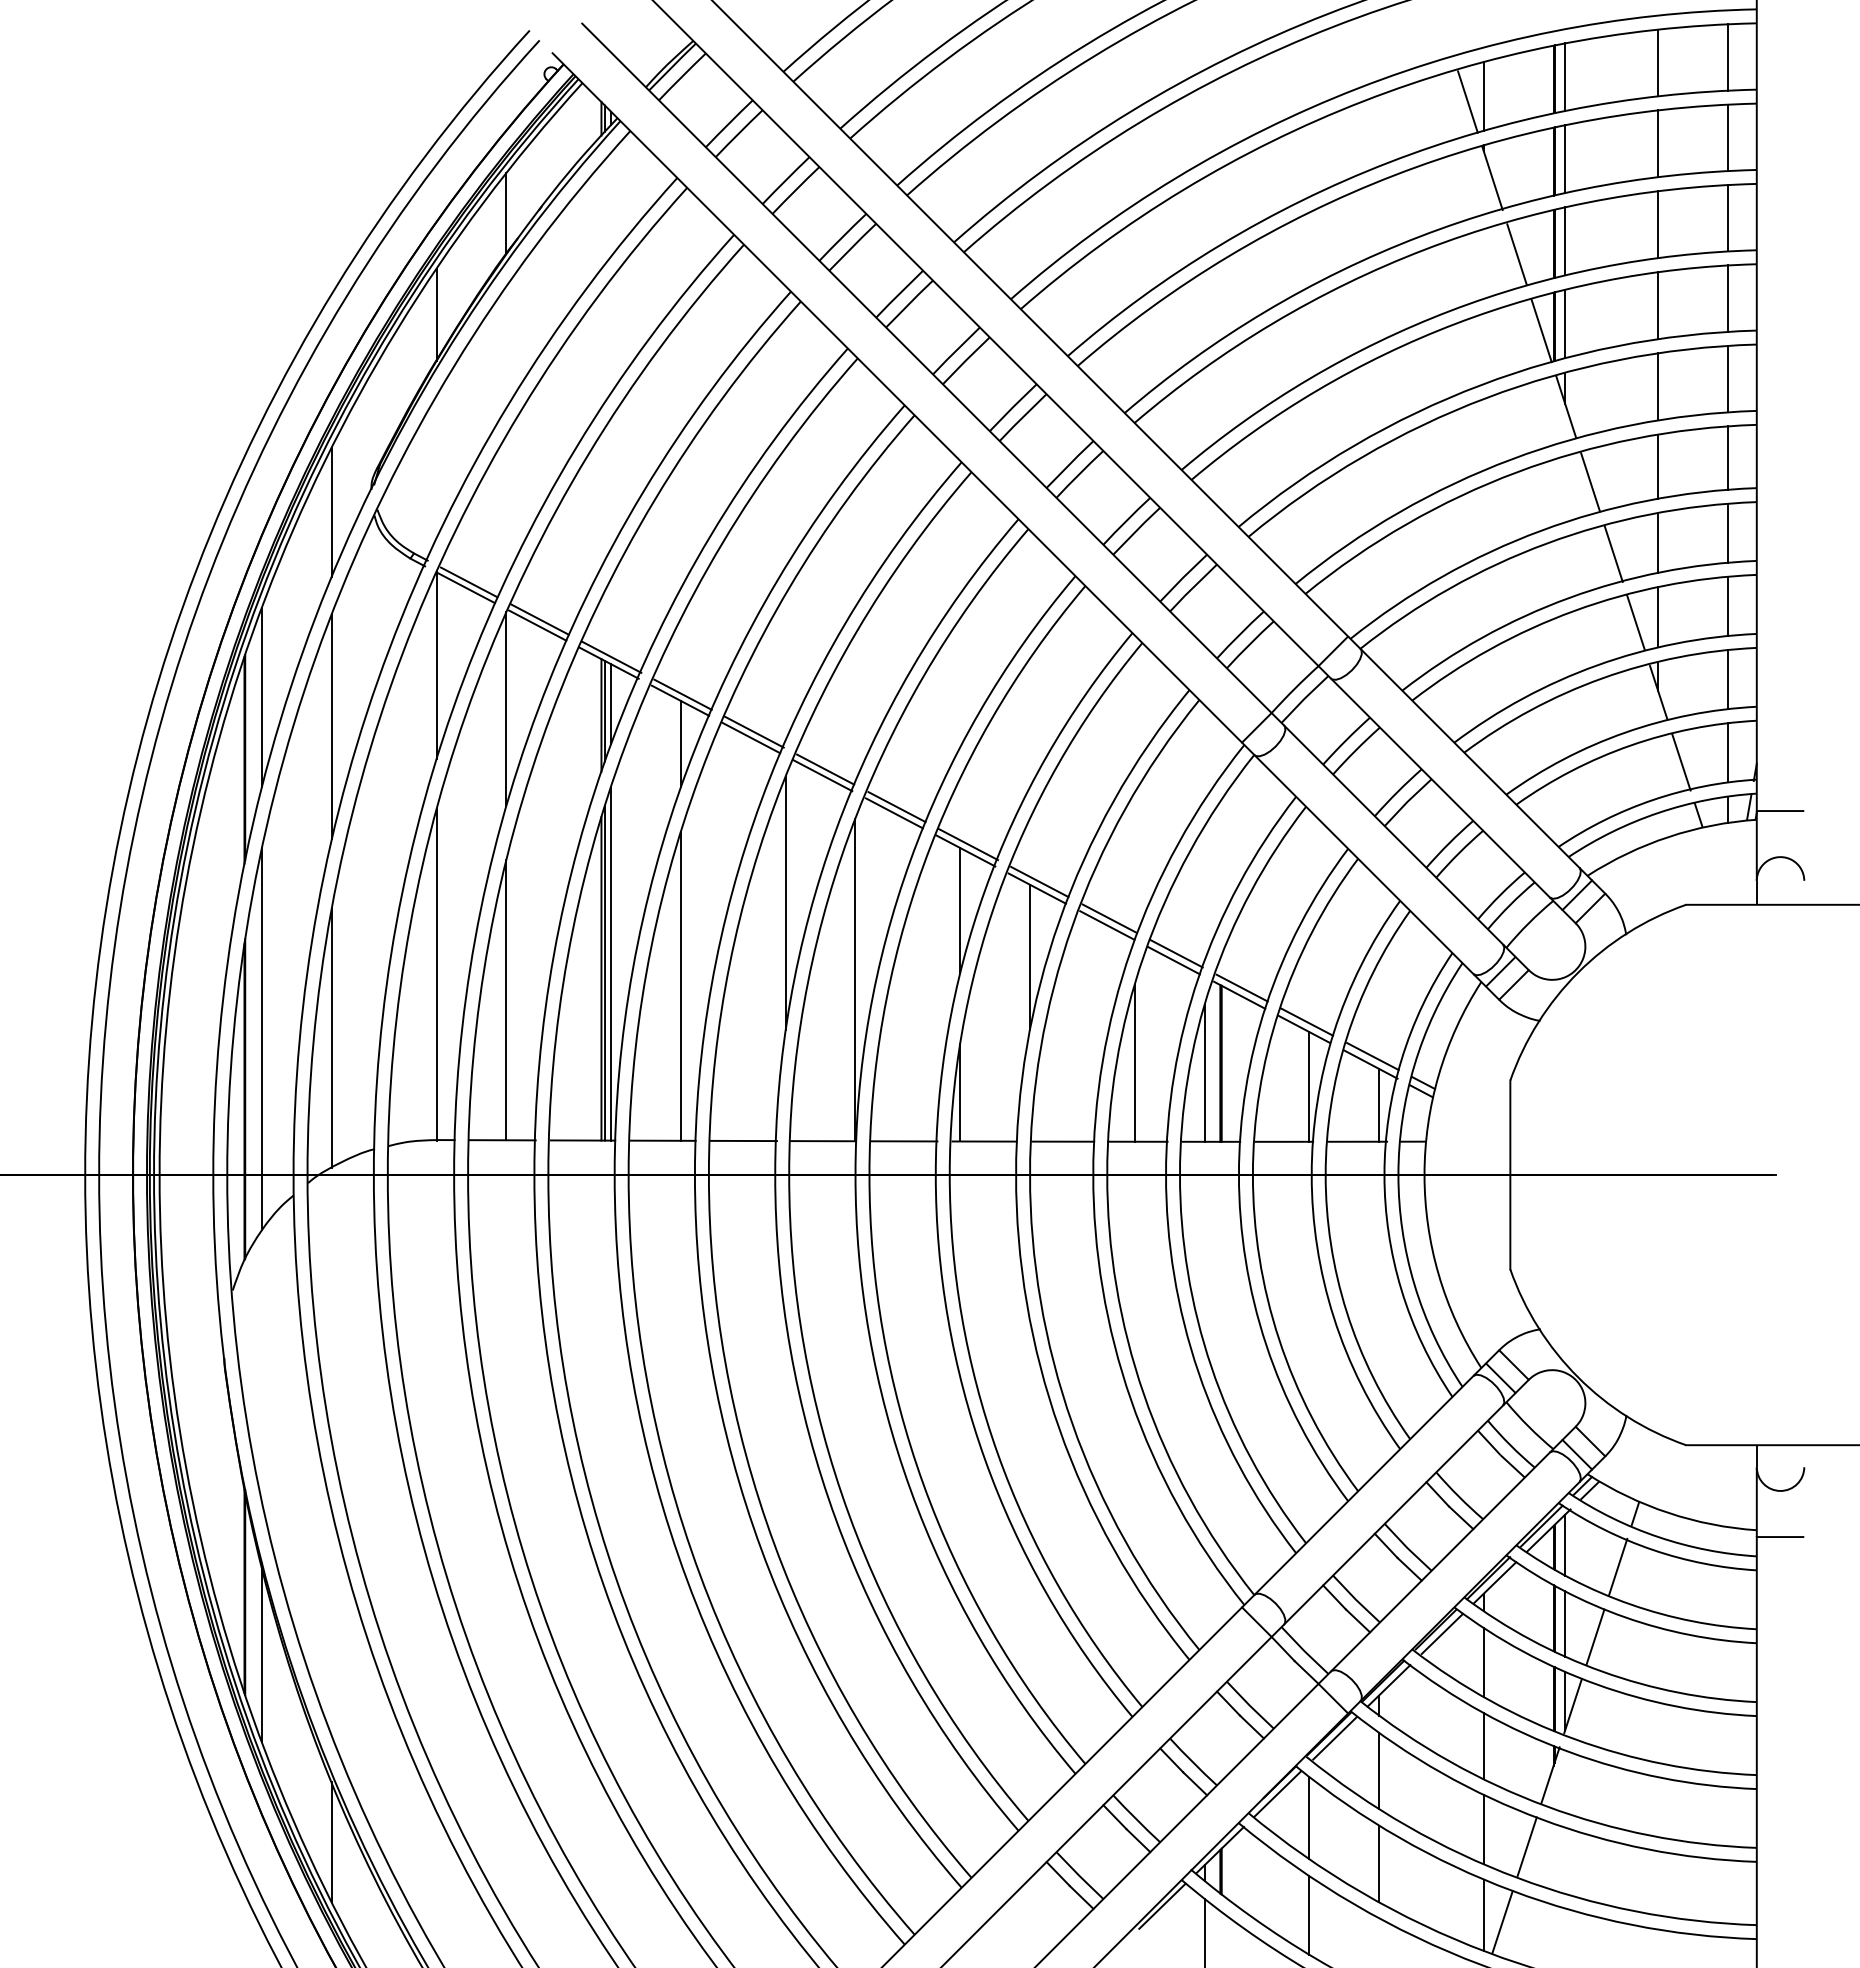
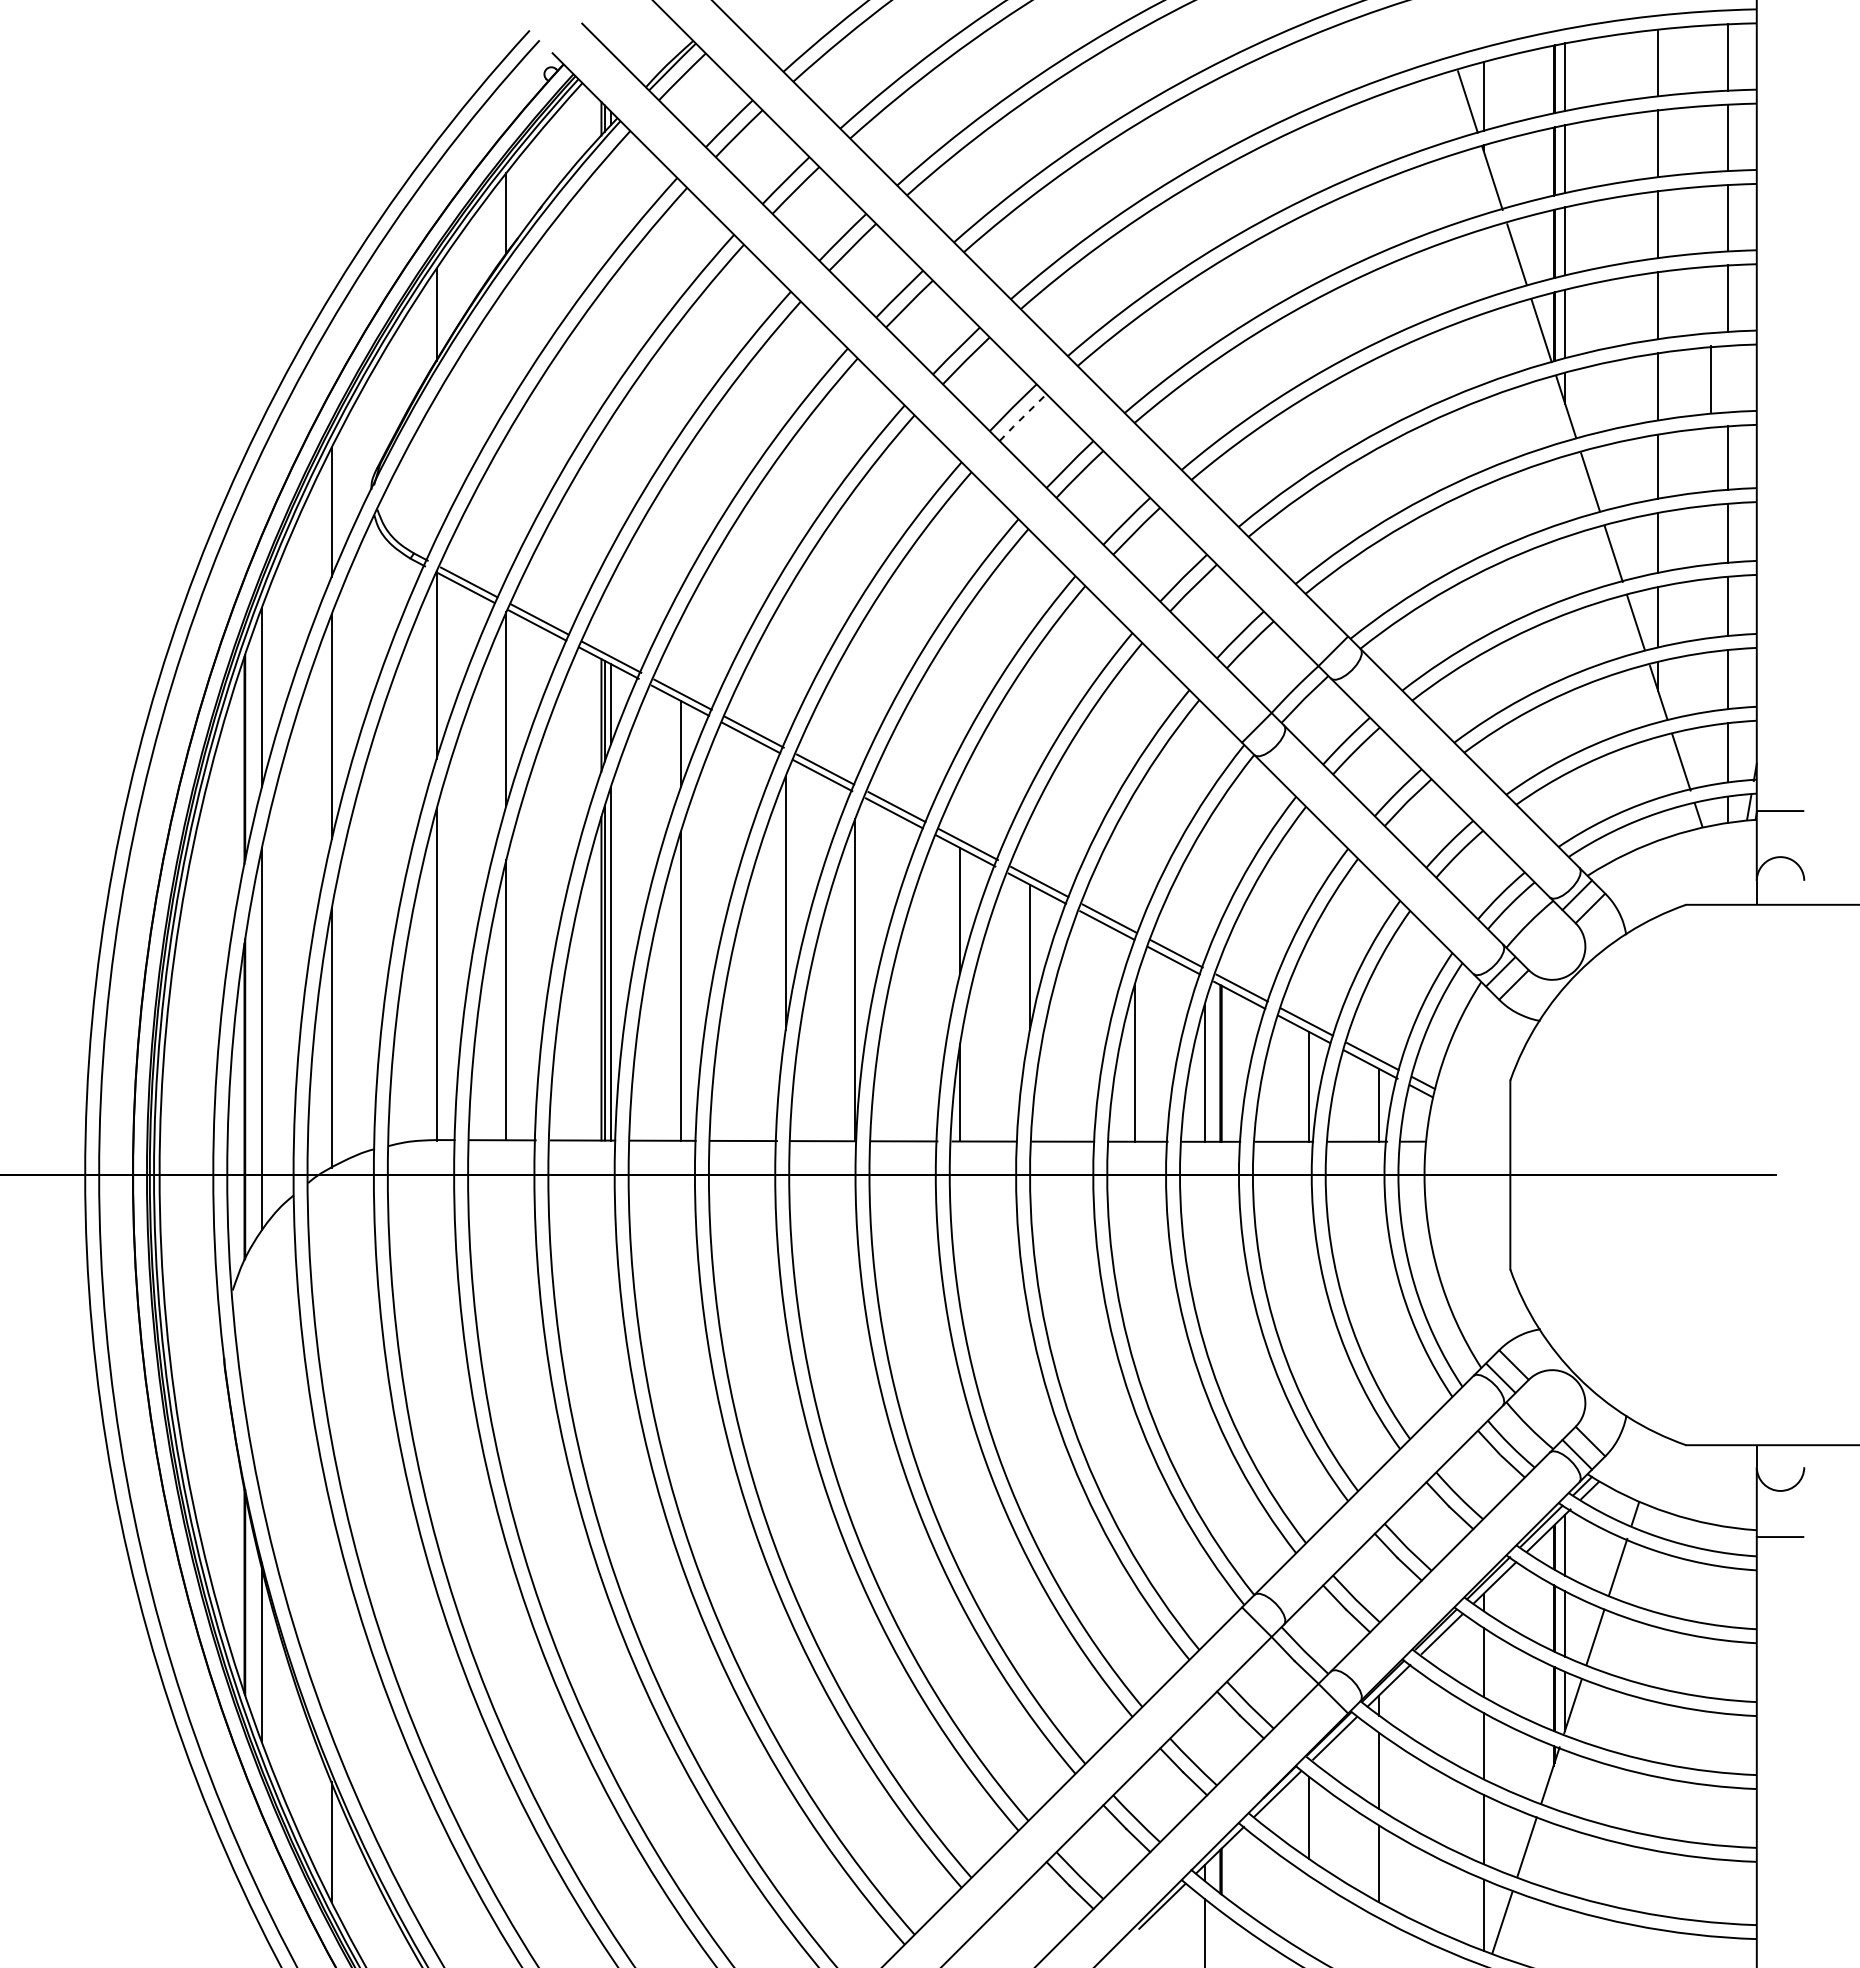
line at (1728, 378) position: (1728, 378) -> (1711, 378)
line at (1022, 417): solid -> dashed
line at (1309, 1915): present -> none
